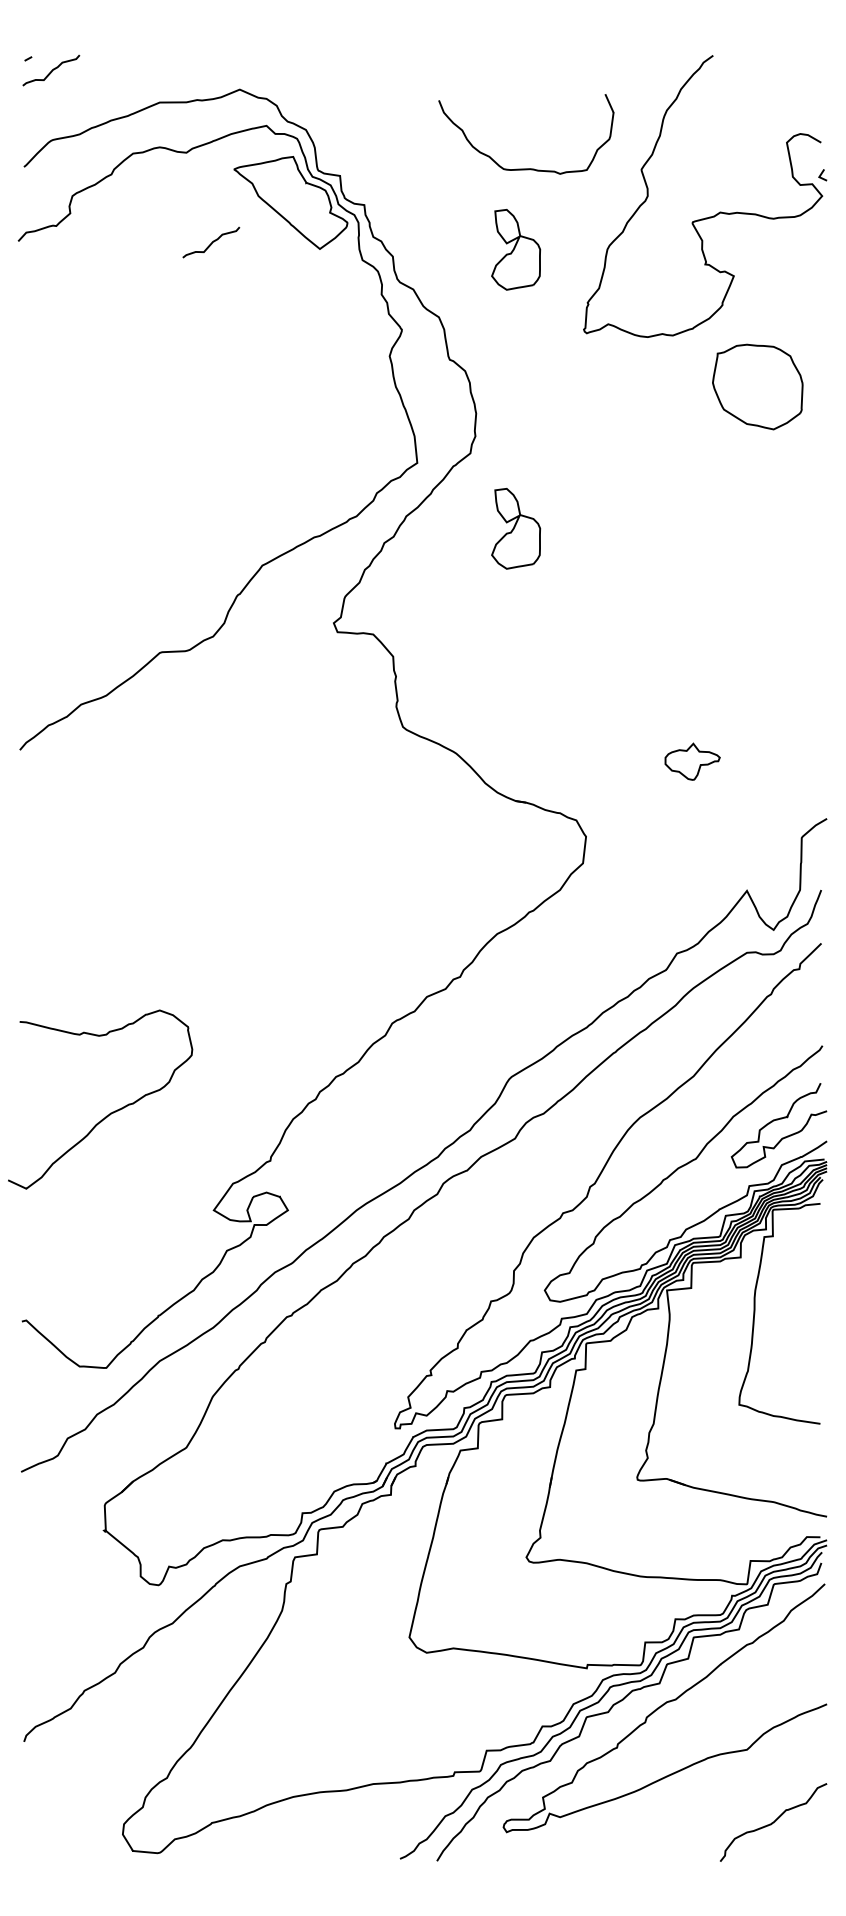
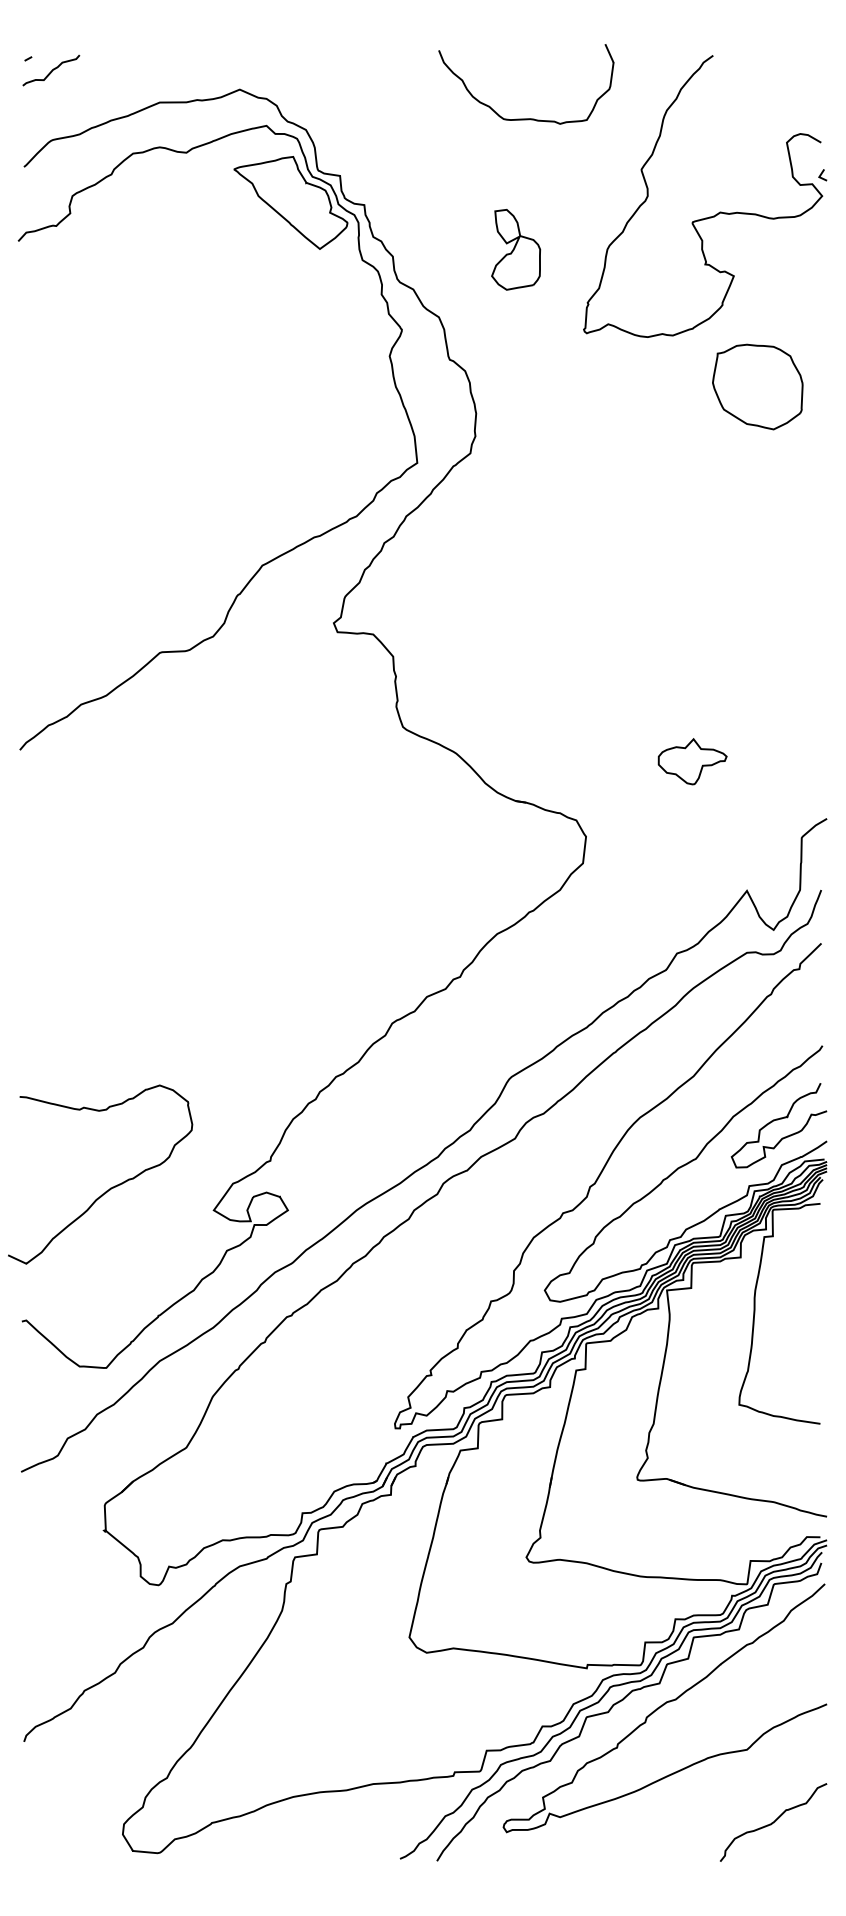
curve at (526, 168) position: (526, 168) -> (526, 118)
curve at (211, 242): present -> none
part at (516, 528): present -> none
part at (692, 761) size: 57x39 px -> 71x48 px
curve at (110, 1112) position: (110, 1112) -> (110, 1187)
